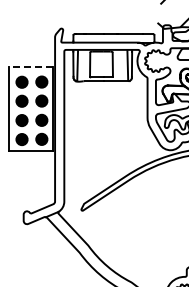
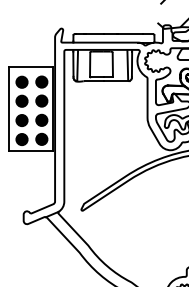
line at (31, 67): dashed -> solid
